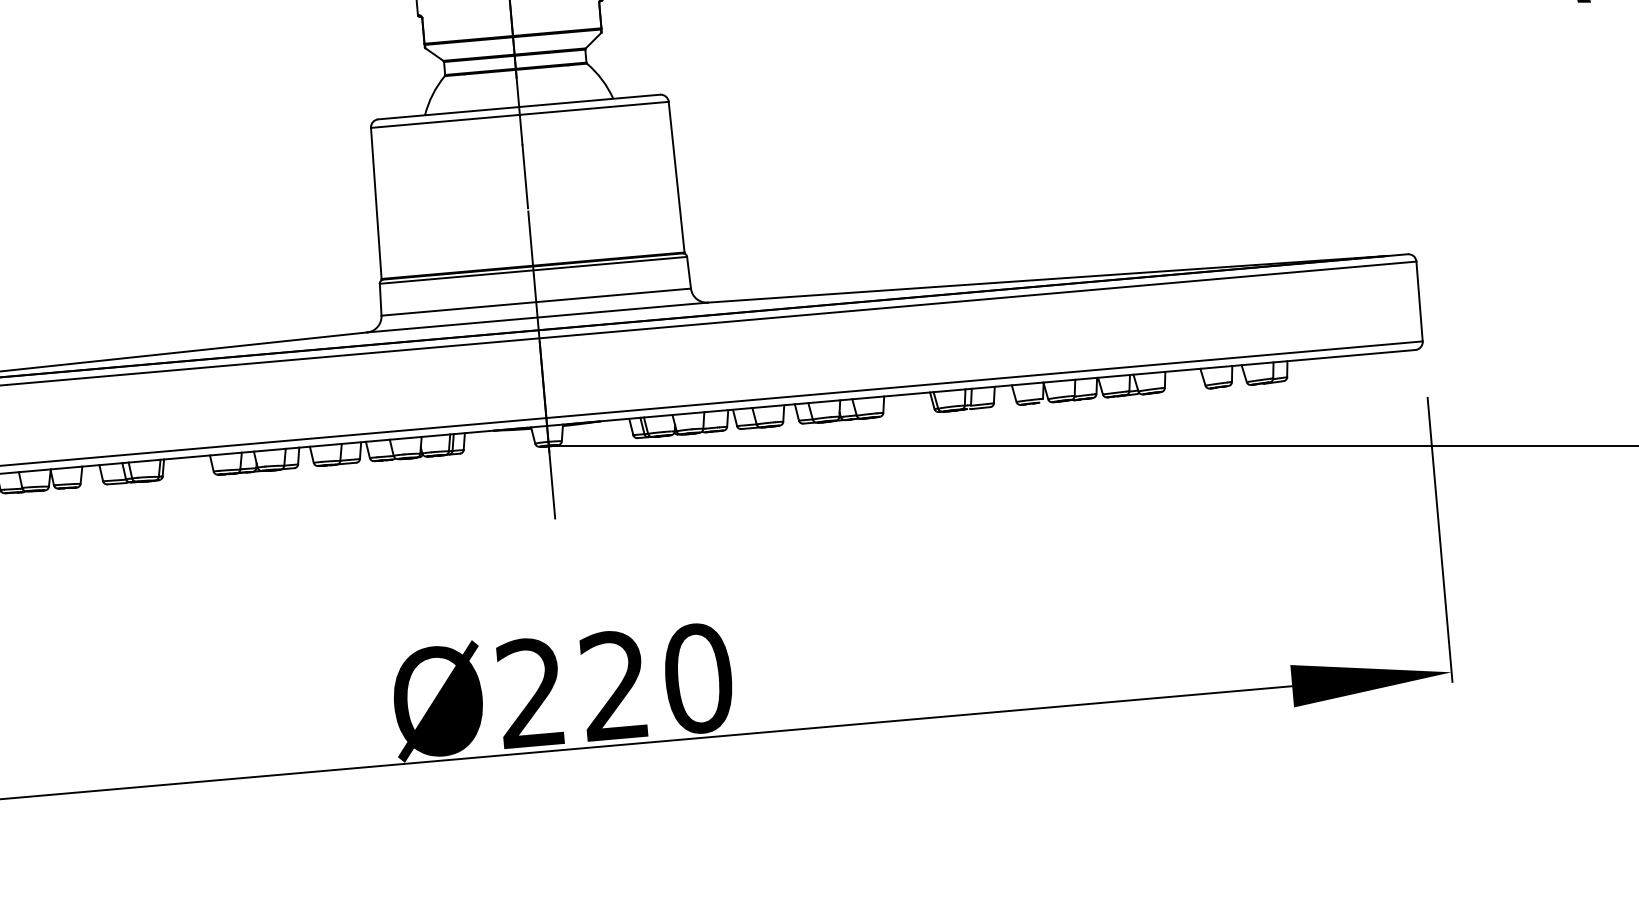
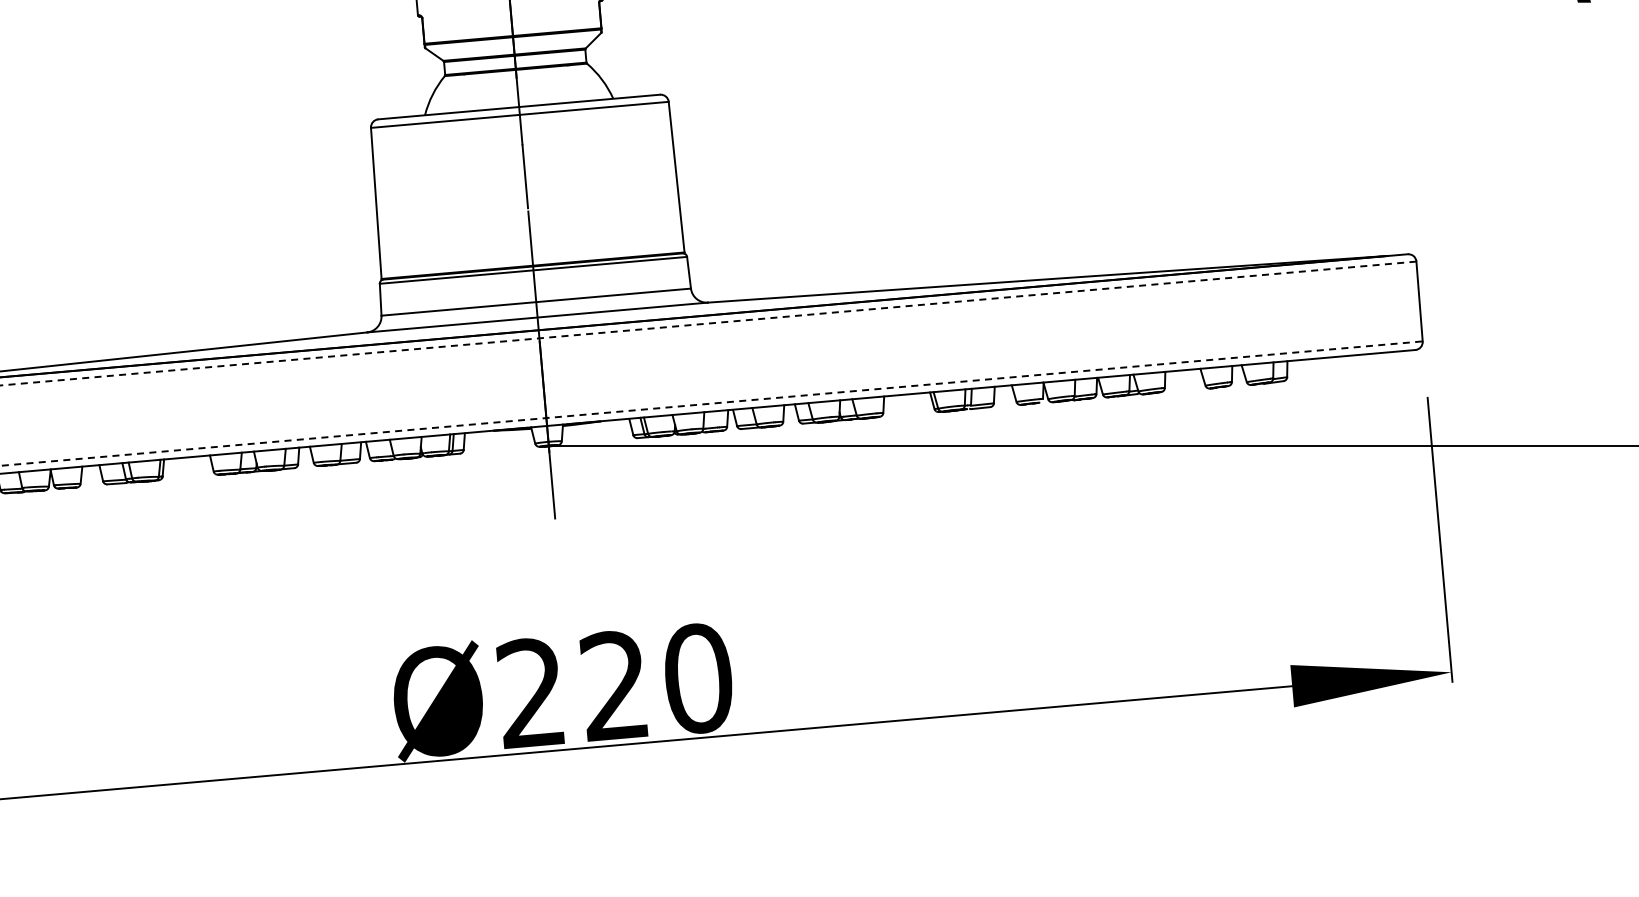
line at (708, 323): solid -> dashed
line at (711, 403): solid -> dashed
